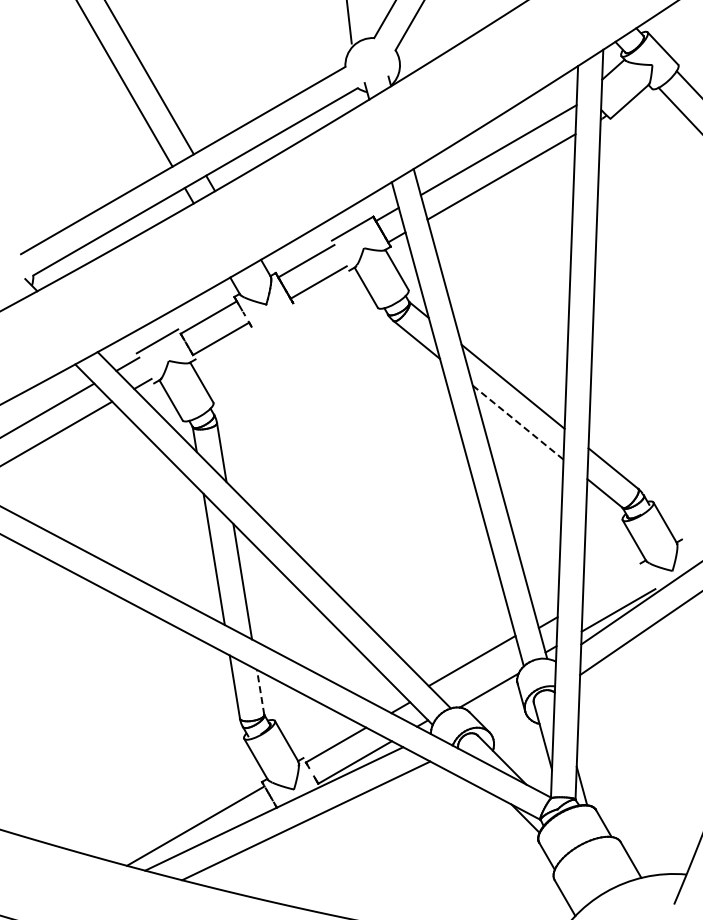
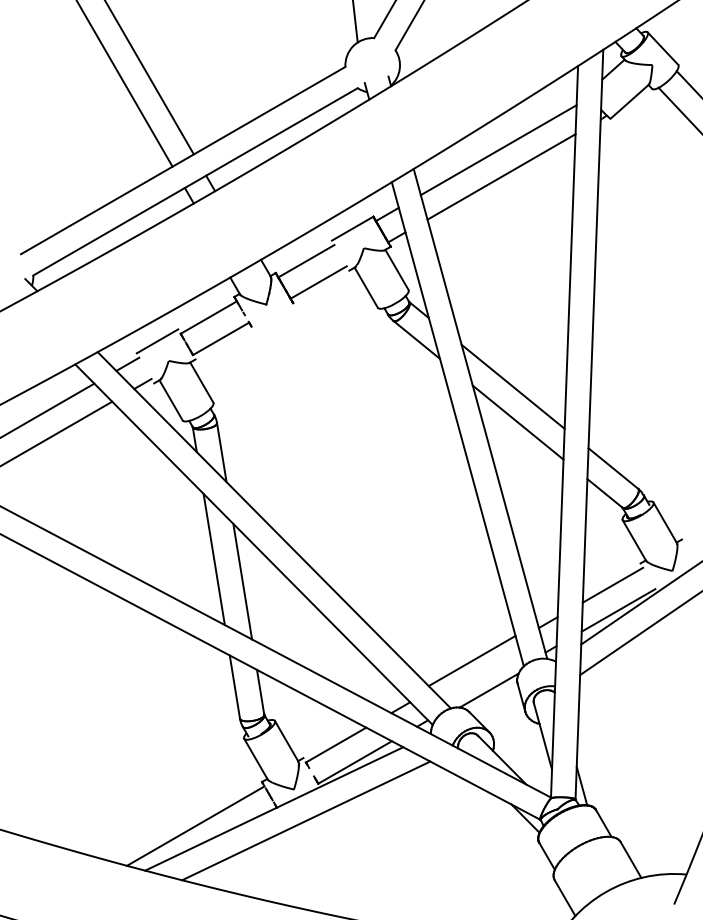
line at (349, 22) position: (349, 22) -> (355, 22)
line at (518, 422): dashed -> solid
line at (612, 584): none -> present
line at (260, 692): dashed -> solid
